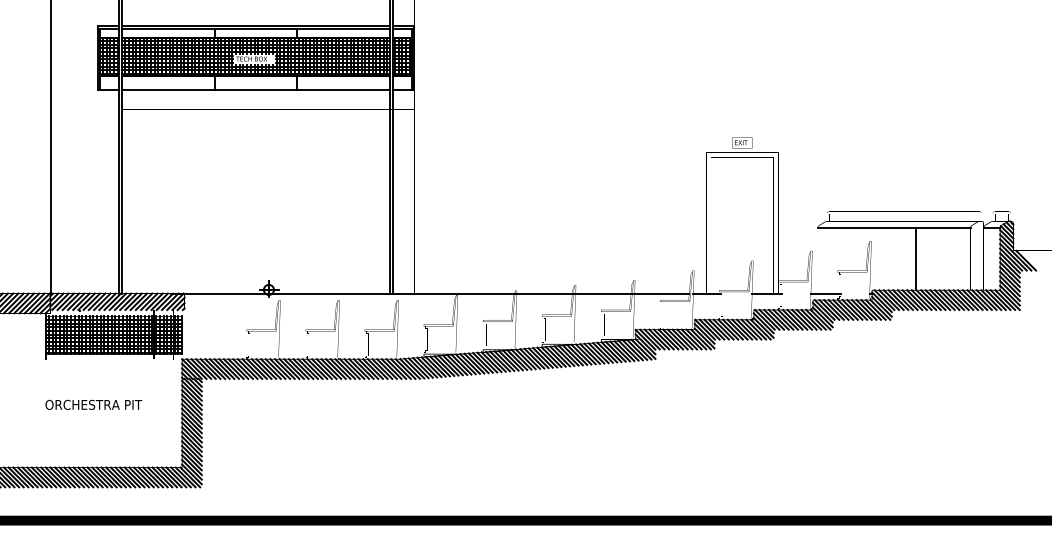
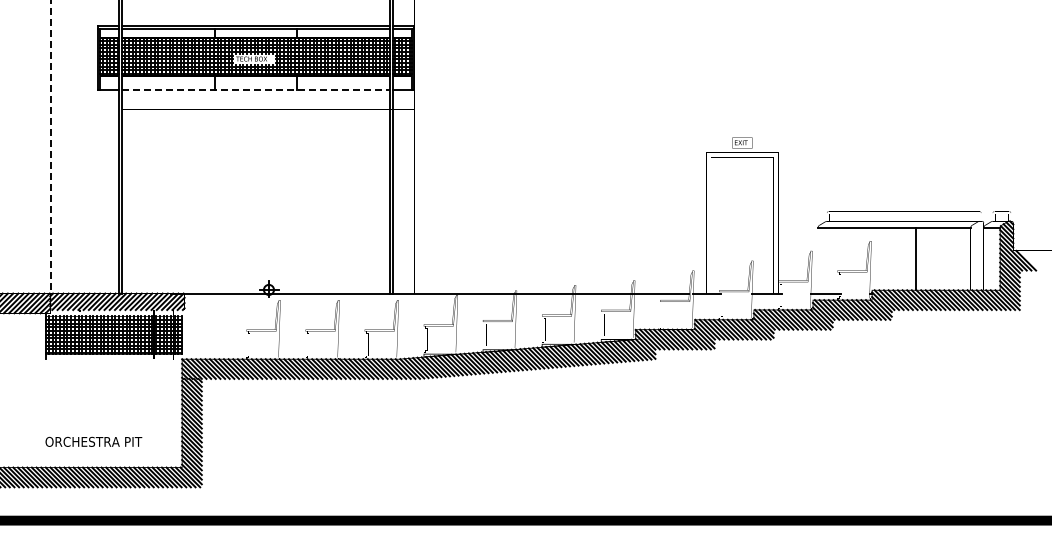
line at (256, 90): solid -> dashed
line at (50, 147): solid -> dashed
text at (93, 404) position: (93, 404) -> (93, 441)
